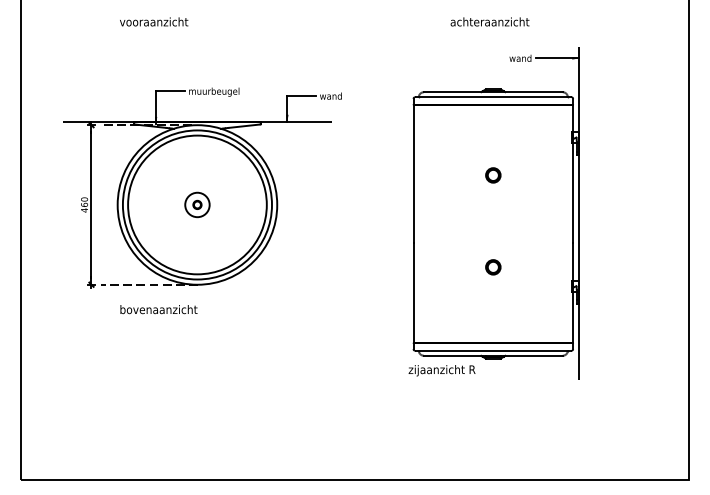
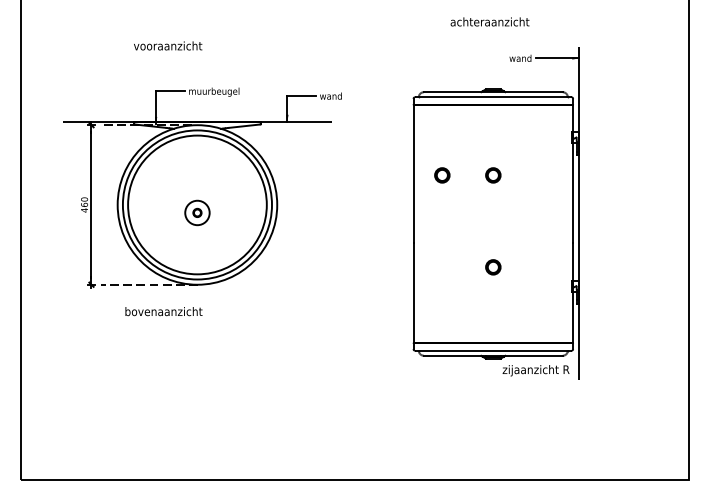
text at (154, 21) position: (154, 21) -> (168, 45)
circle at (442, 175): none -> present
part at (197, 204) position: (197, 204) -> (197, 212)
text at (158, 309) position: (158, 309) -> (163, 311)
text at (441, 370) position: (441, 370) -> (535, 370)
